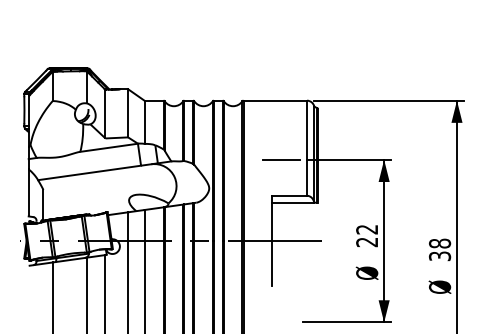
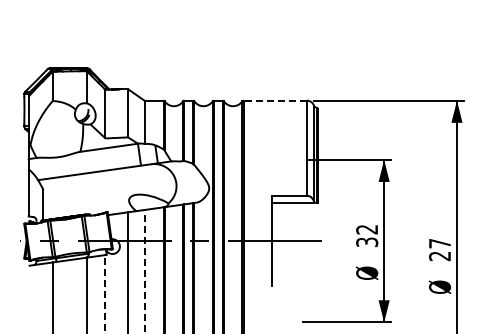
line at (275, 100): solid -> dashed
line at (280, 159): present -> none
text at (367, 242): 22 -> 32
text at (439, 249): 38 -> 27
line at (144, 271): solid -> dashed
line at (105, 293): solid -> dashed
